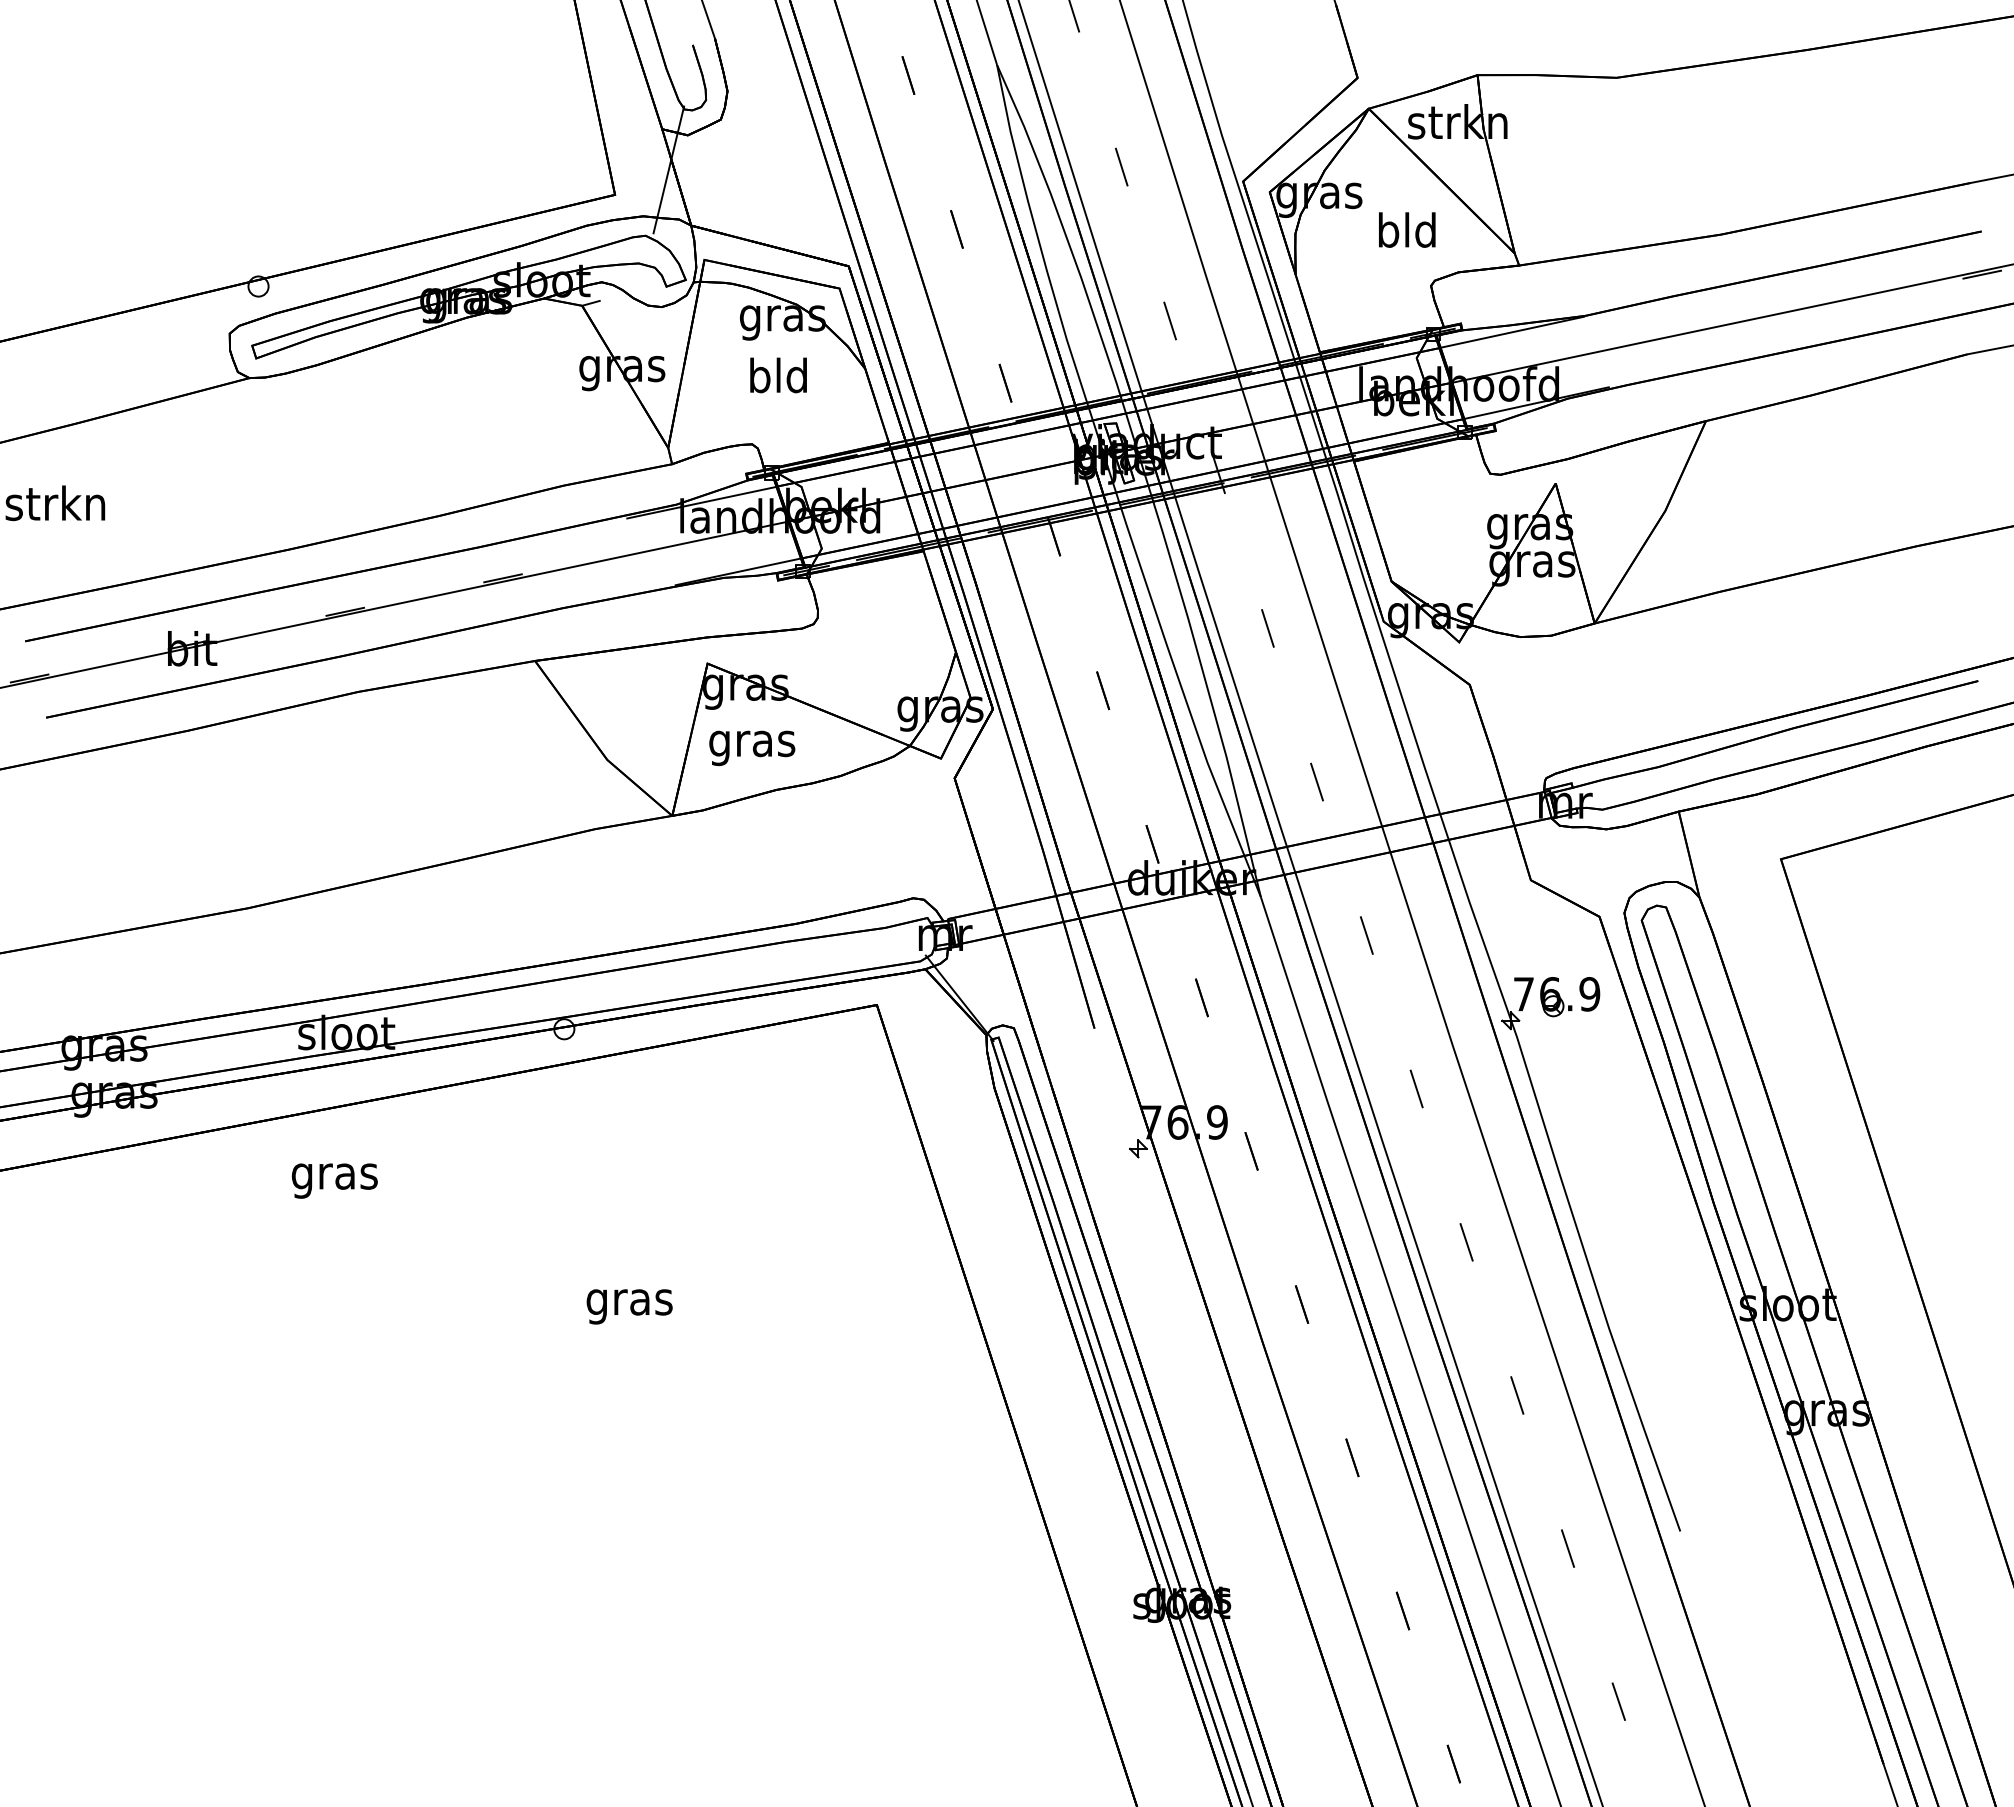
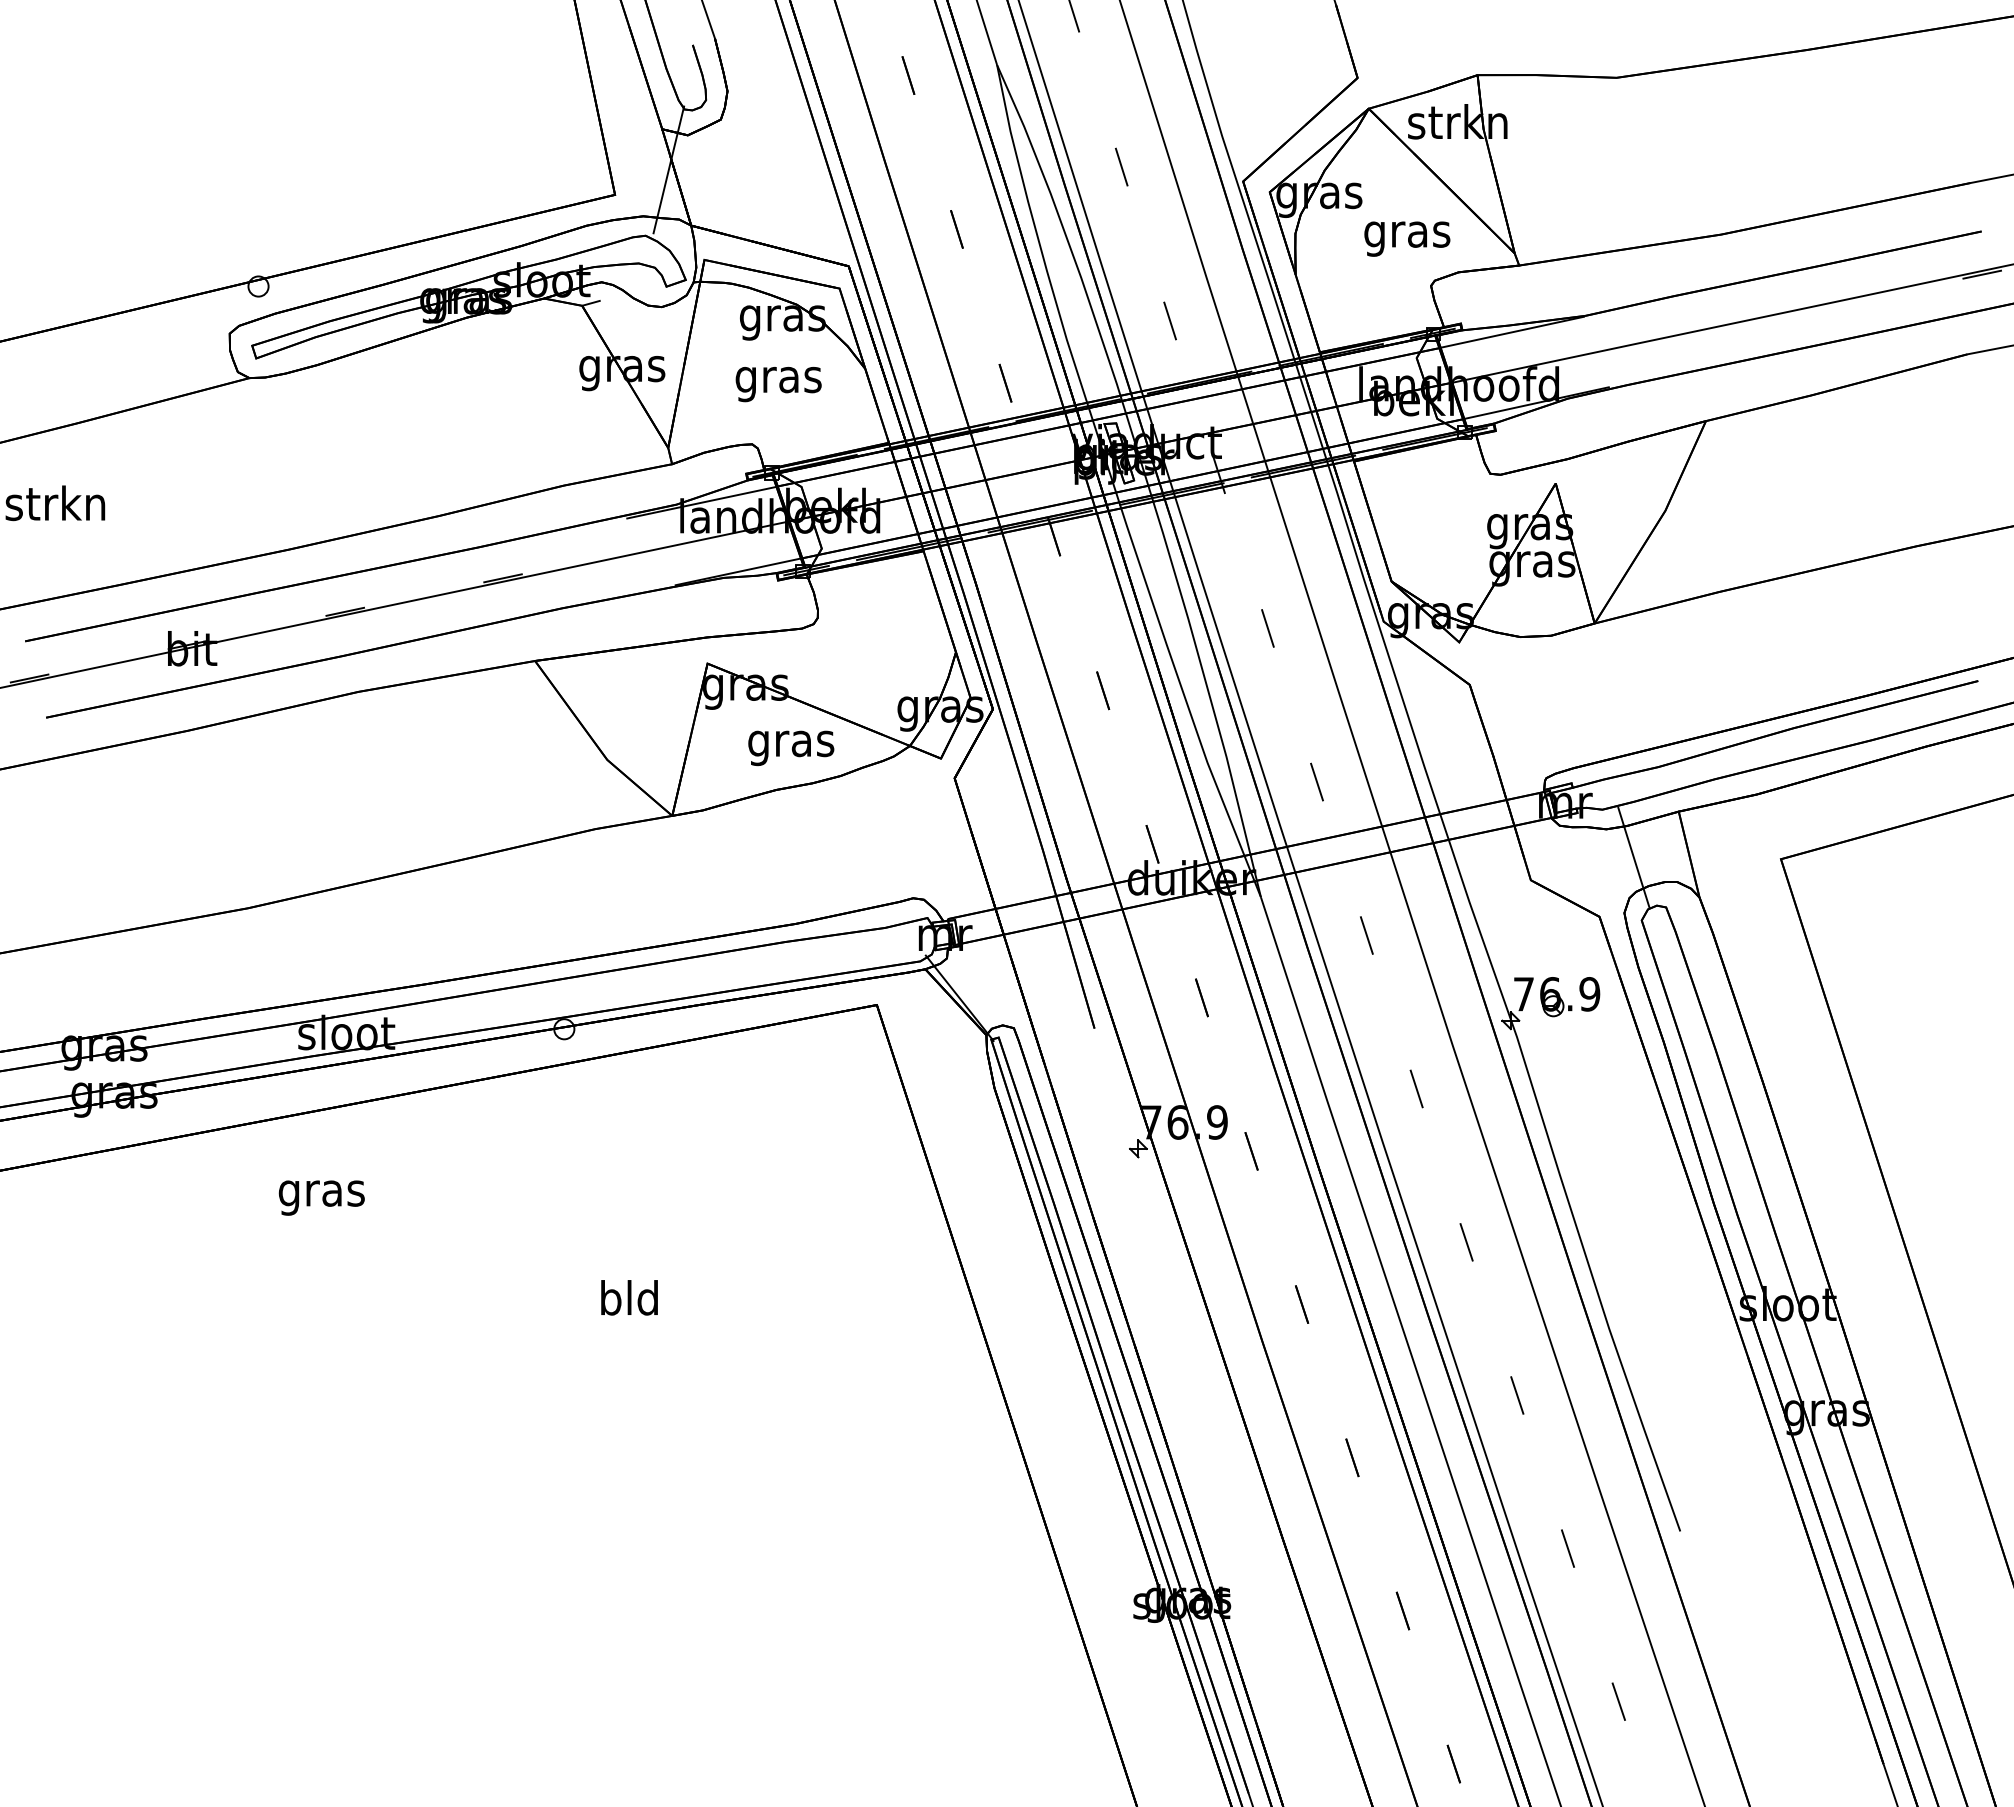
text at (1407, 234): bld -> gras
text at (778, 379): bld -> gras
text at (752, 748) position: (752, 748) -> (791, 748)
line at (1633, 857): none -> present
text at (334, 1180) position: (334, 1180) -> (321, 1197)
text at (629, 1302): gras -> bld
